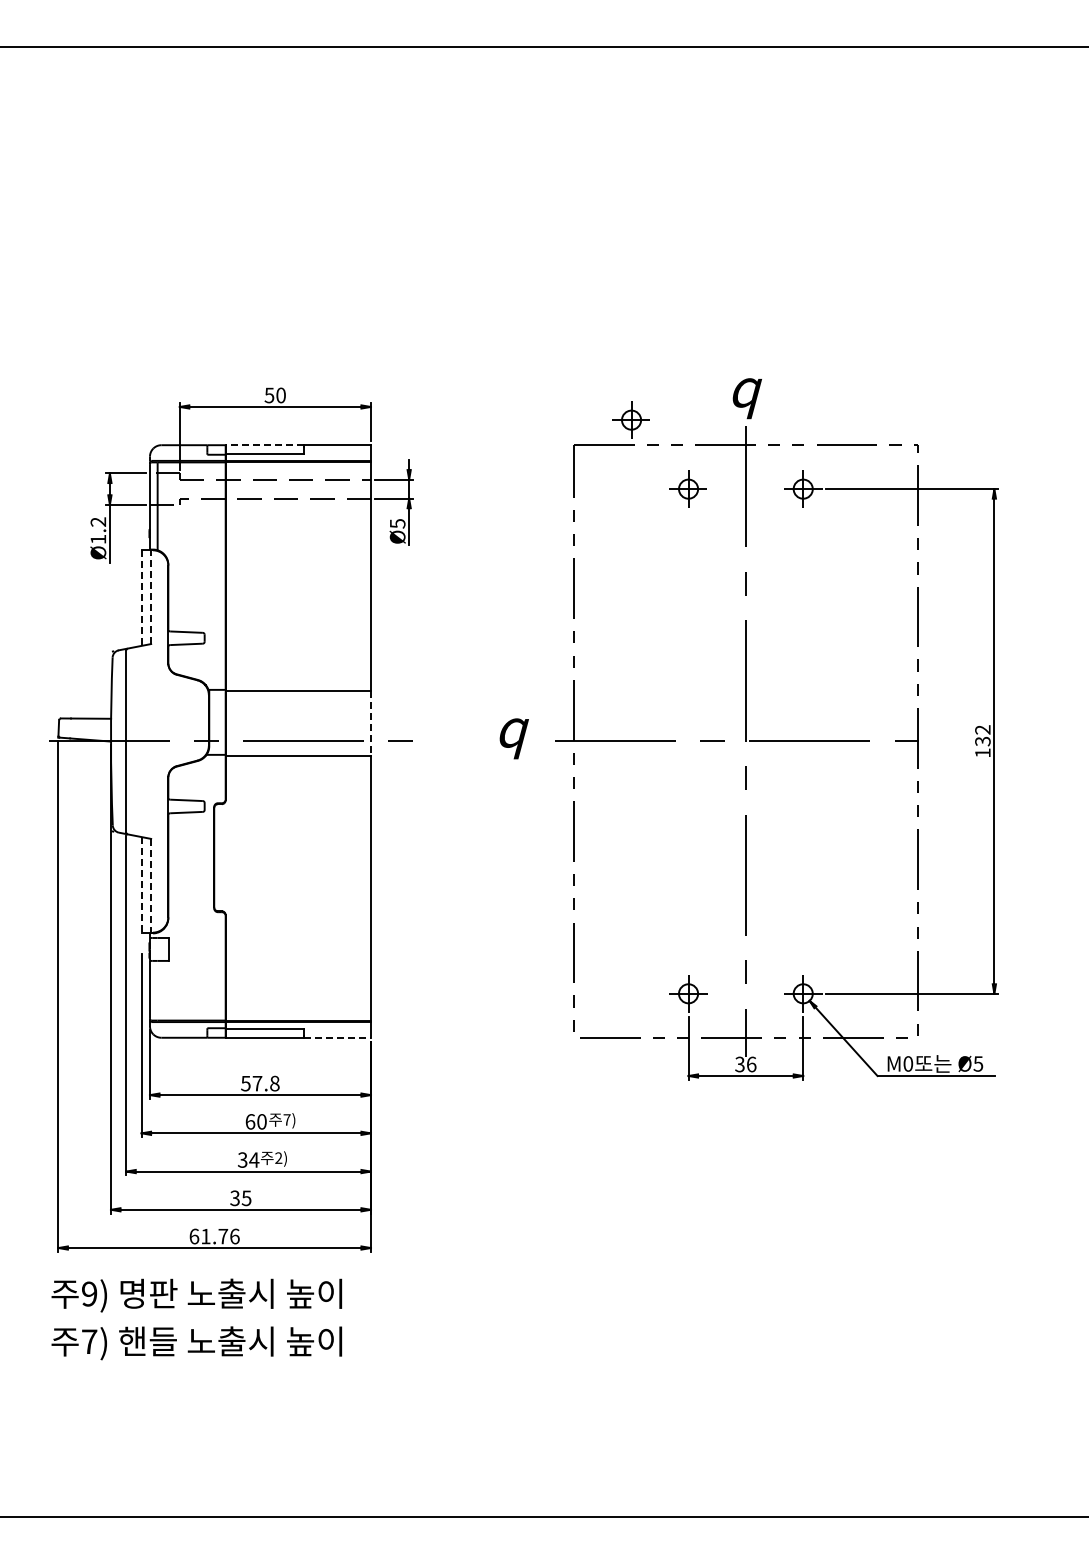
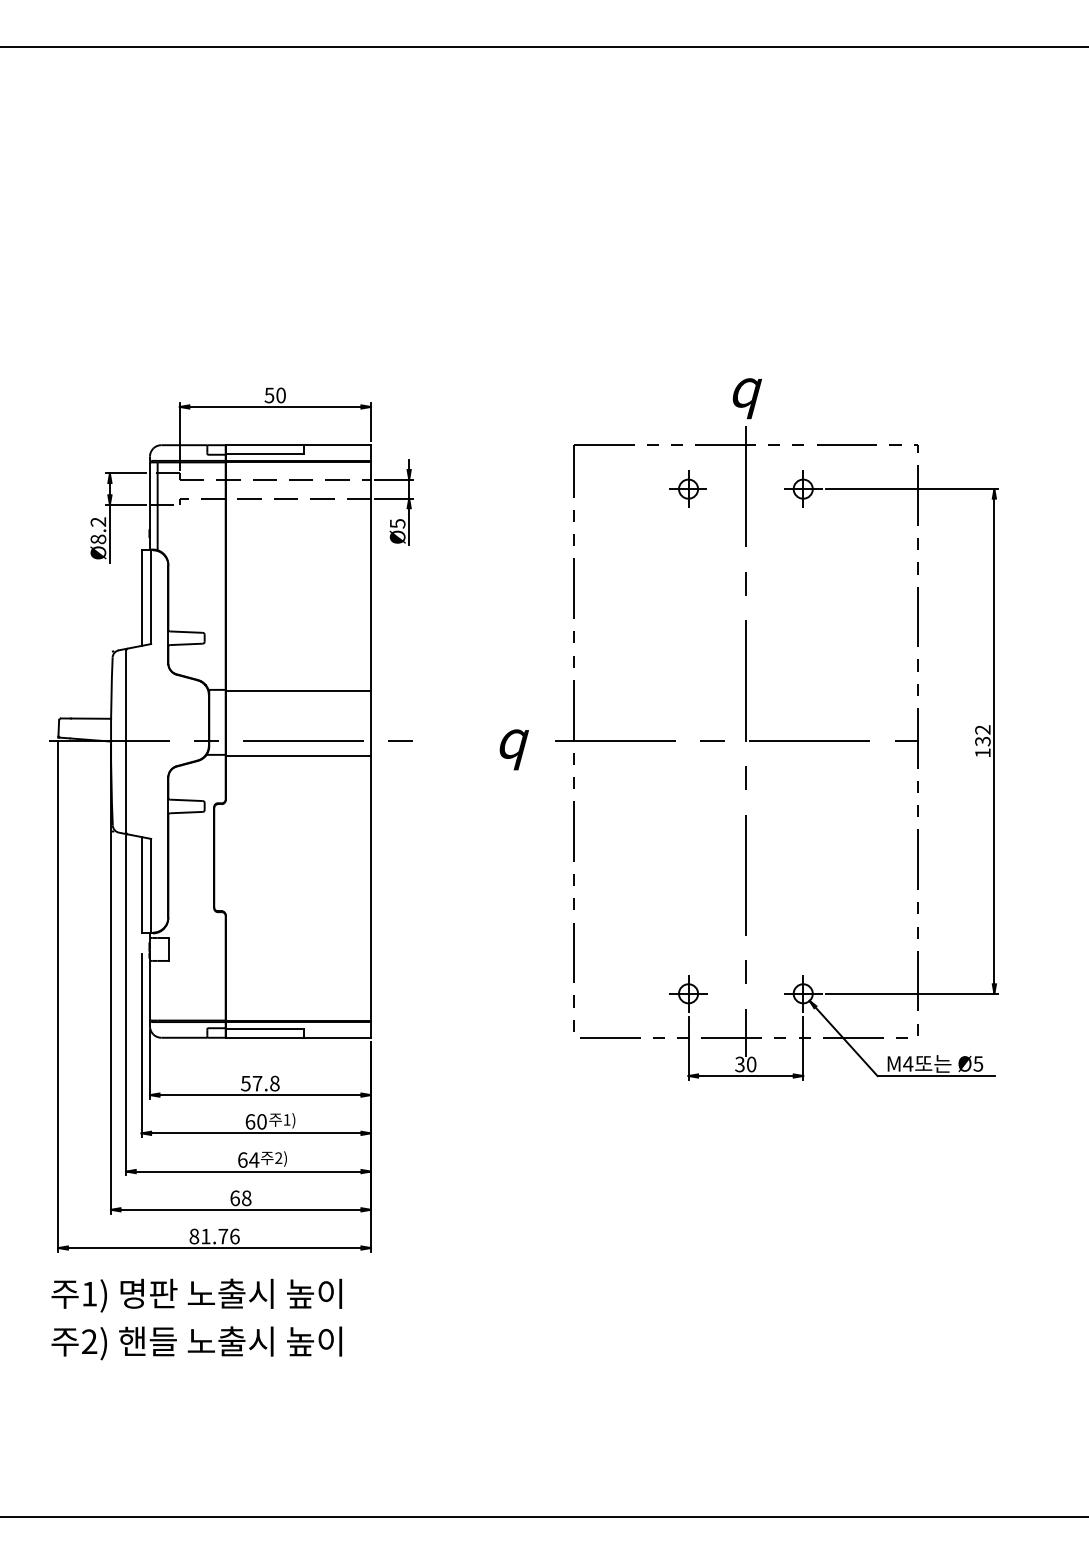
part at (630, 419): present -> none
line at (264, 445): dashed -> solid
text at (98, 539): Ø1.2 -> Ø8.2
line at (151, 597): dashed -> solid
line at (141, 598): dashed -> solid
line at (370, 723): dashed -> solid
text at (513, 738) position: (513, 738) -> (513, 749)
line at (141, 884): dashed -> solid
line at (151, 885): dashed -> solid
line at (338, 1037): dashed -> solid
text at (908, 1063): M0 -> M4
text at (751, 1064): 36 -> 30
text at (286, 1119): 7) -> 1)
text at (242, 1159): 34 -> 64
text at (240, 1198): 35 -> 68
text at (194, 1236): 61.76 -> 81.76
text at (89, 1293): 9) -> 1)
text at (89, 1341): 7) -> 2)
